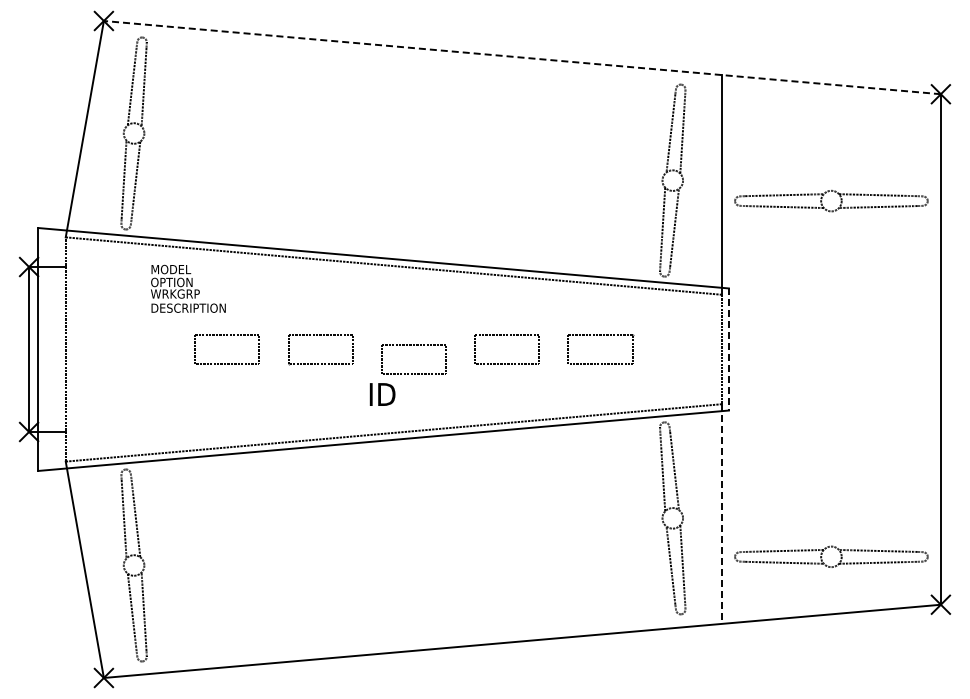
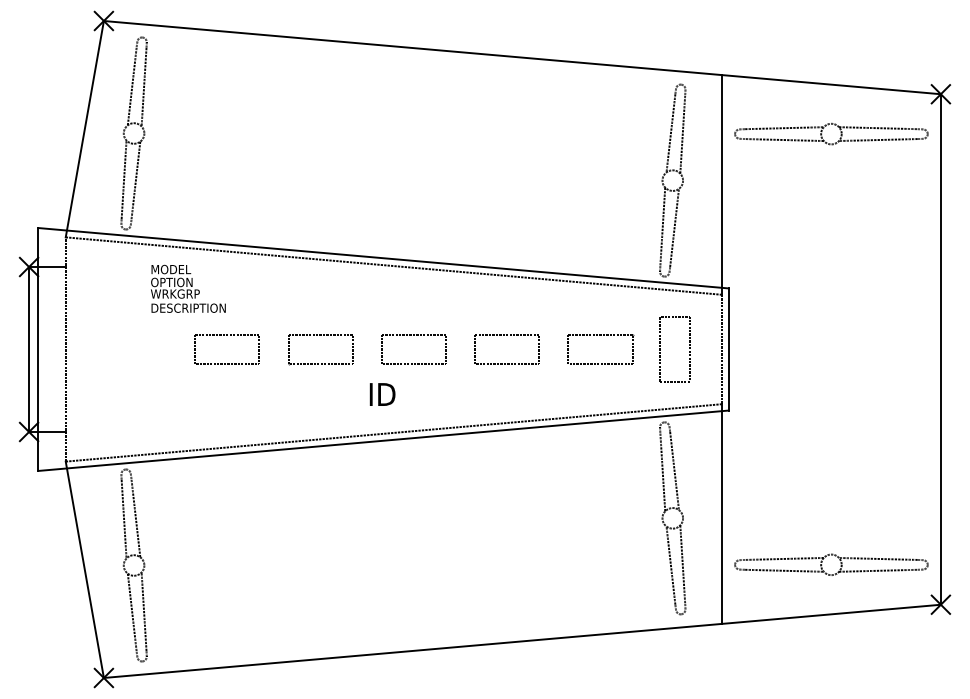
line at (521, 57): dashed -> solid
part at (828, 192) position: (828, 192) -> (828, 125)
part at (413, 345) position: (413, 345) -> (413, 335)
part at (660, 349): none -> present
line at (728, 349): dashed -> solid
line at (722, 514): dashed -> solid
part at (835, 548) position: (835, 548) -> (835, 556)
